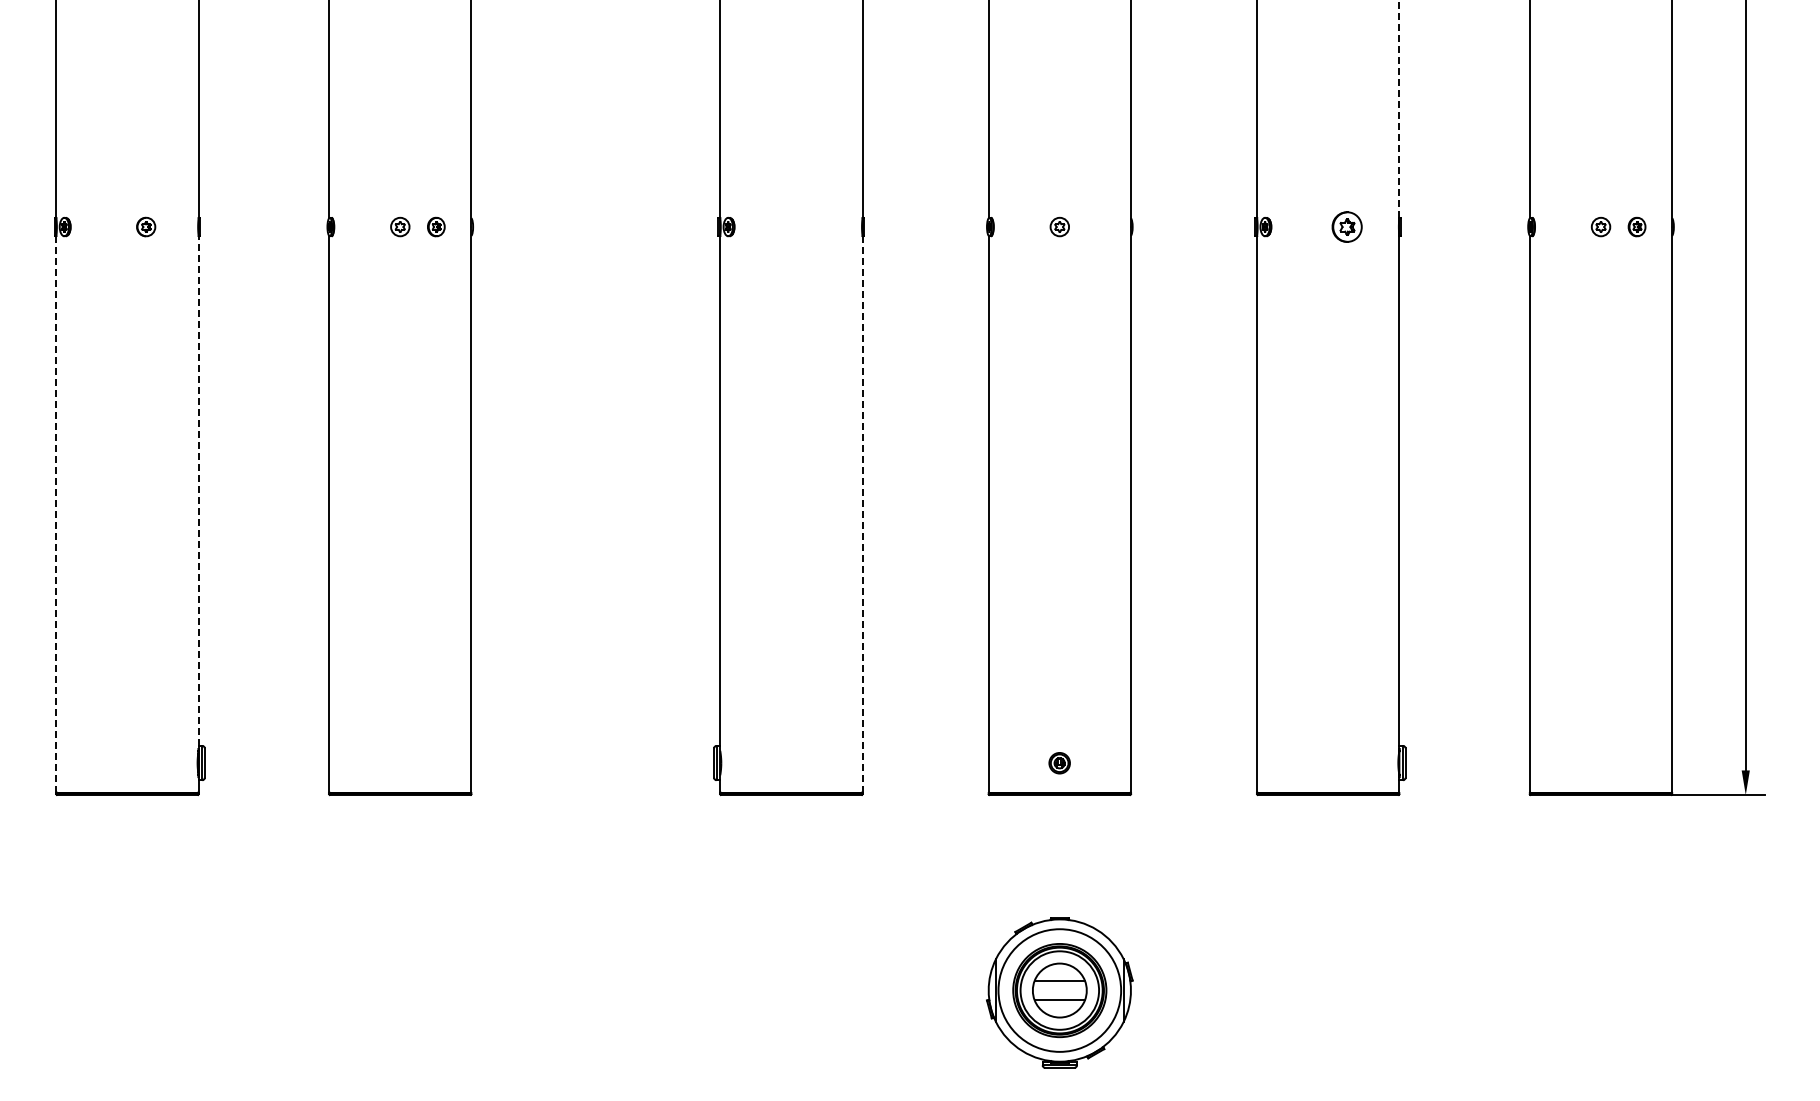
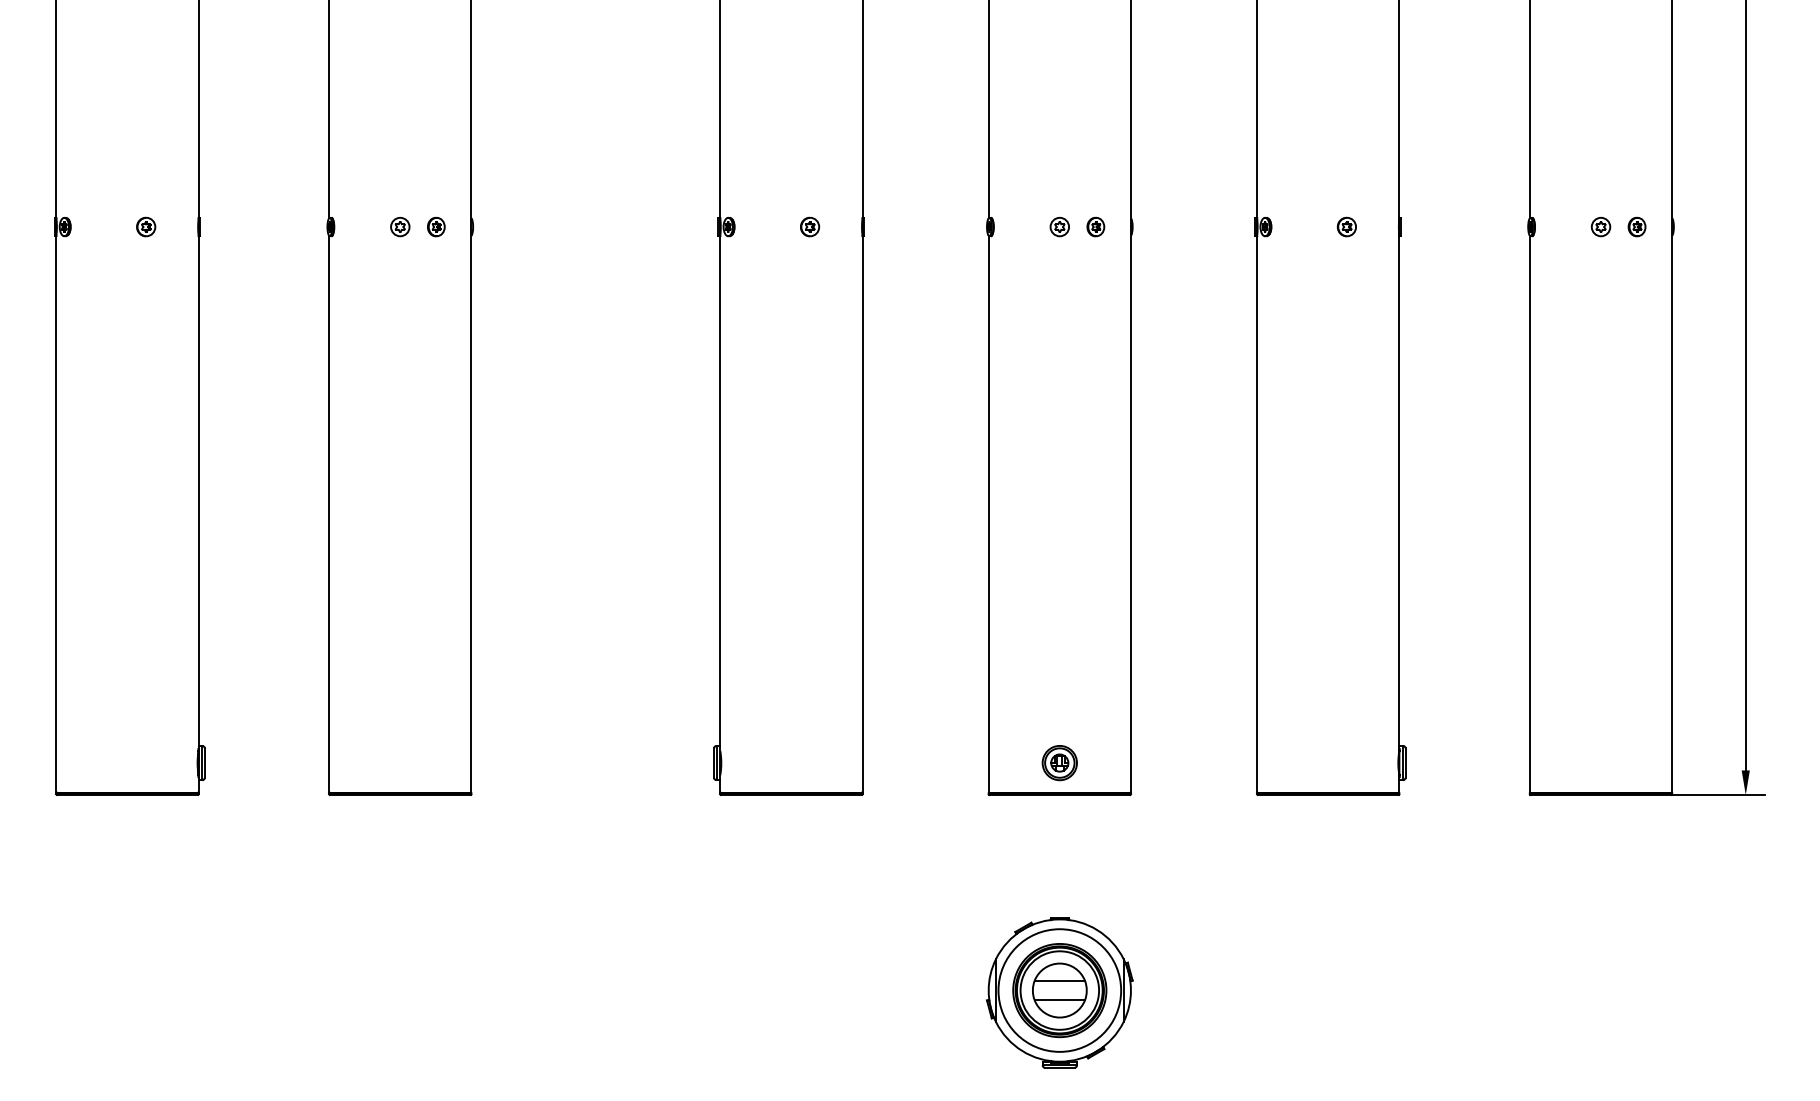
line at (1399, 108): dashed -> solid
part at (810, 226): none -> present
part at (1095, 226): none -> present
part at (1346, 226) size: 32x32 px -> 21x22 px
line at (198, 491): dashed -> solid
line at (56, 513): dashed -> solid
line at (862, 513): dashed -> solid
part at (1059, 763) size: 23x23 px -> 37x37 px
